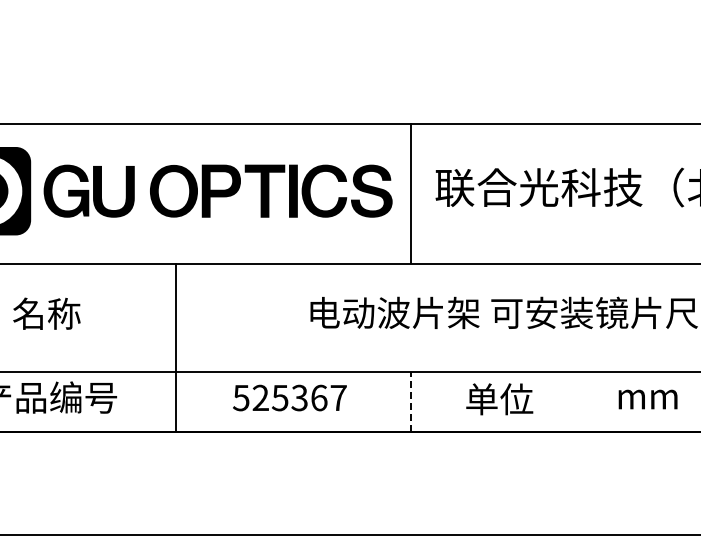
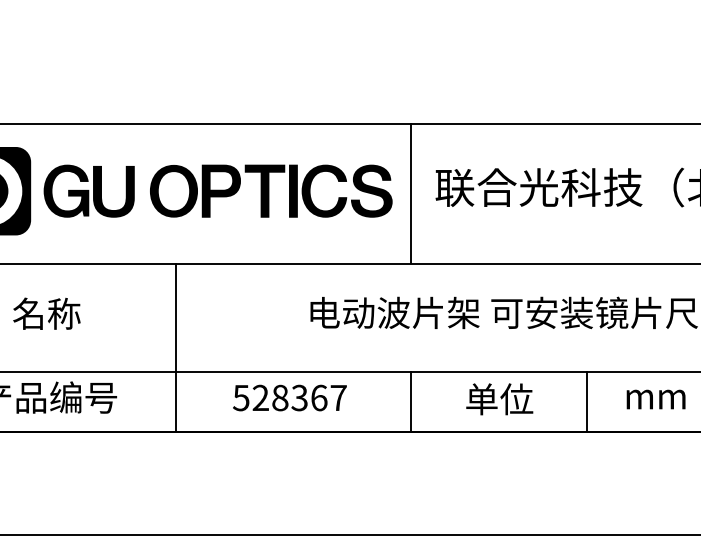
text at (280, 397): 525367 -> 528367
text at (647, 399) position: (647, 399) -> (655, 399)
line at (411, 401): dashed -> solid
line at (587, 401): none -> present
